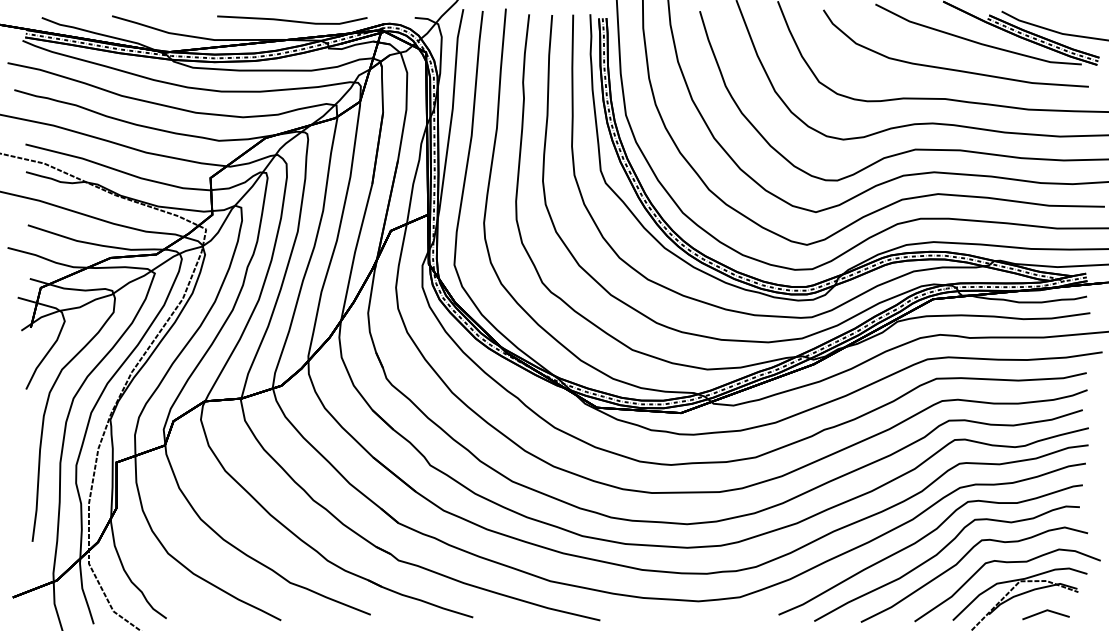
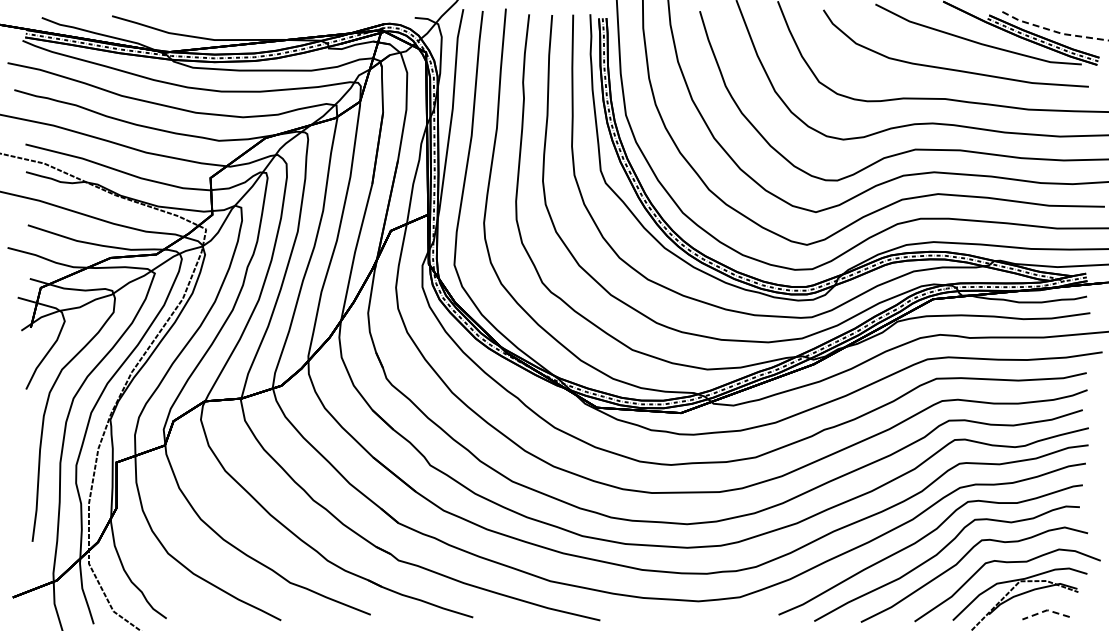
line at (292, 20): present -> none
line at (1053, 31): solid -> dashed
line at (1046, 610): solid -> dashed
